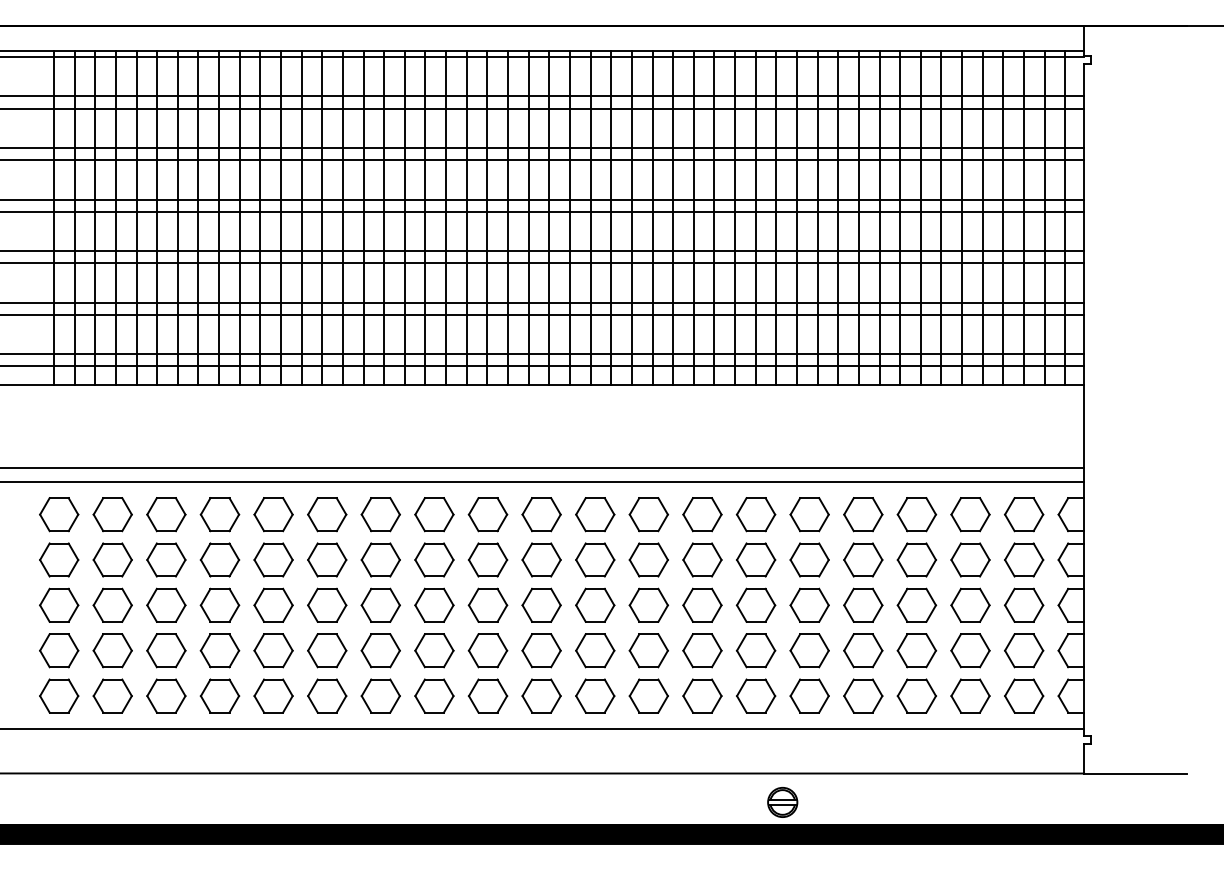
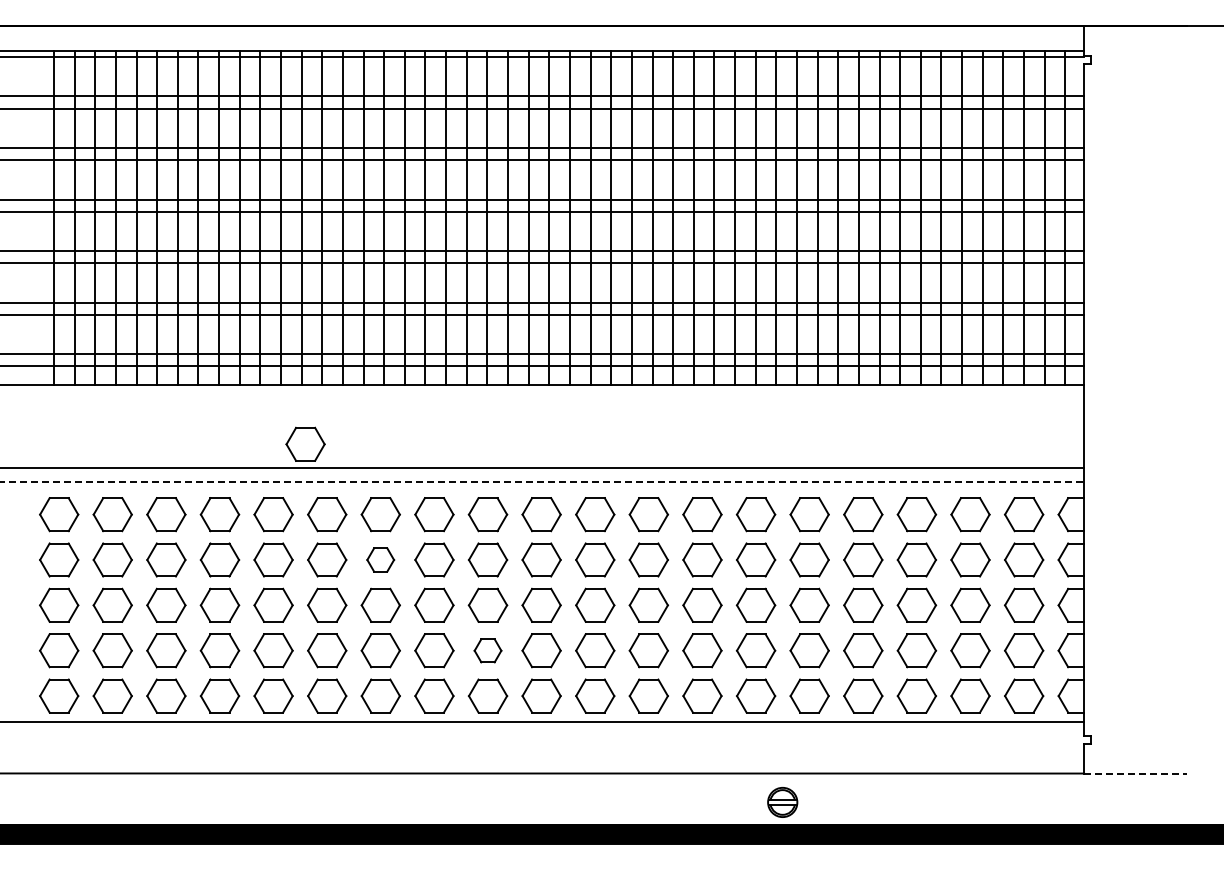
part at (305, 443): none -> present
line at (542, 481): solid -> dashed
part at (380, 559) size: 41x36 px -> 30x26 px
part at (487, 650) size: 42x36 px -> 30x26 px
line at (543, 729) position: (543, 729) -> (543, 722)
line at (1135, 773): solid -> dashed
